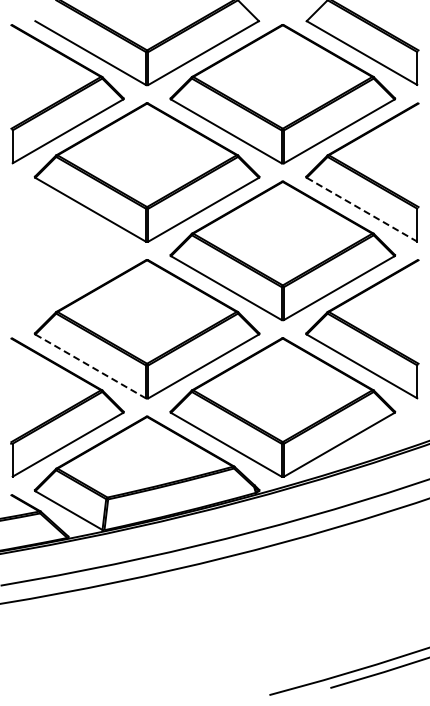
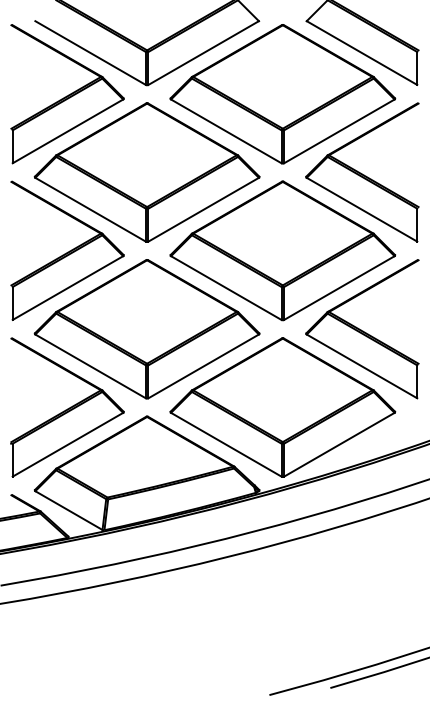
line at (362, 209): dashed -> solid
part at (67, 250): none -> present
line at (90, 366): dashed -> solid
